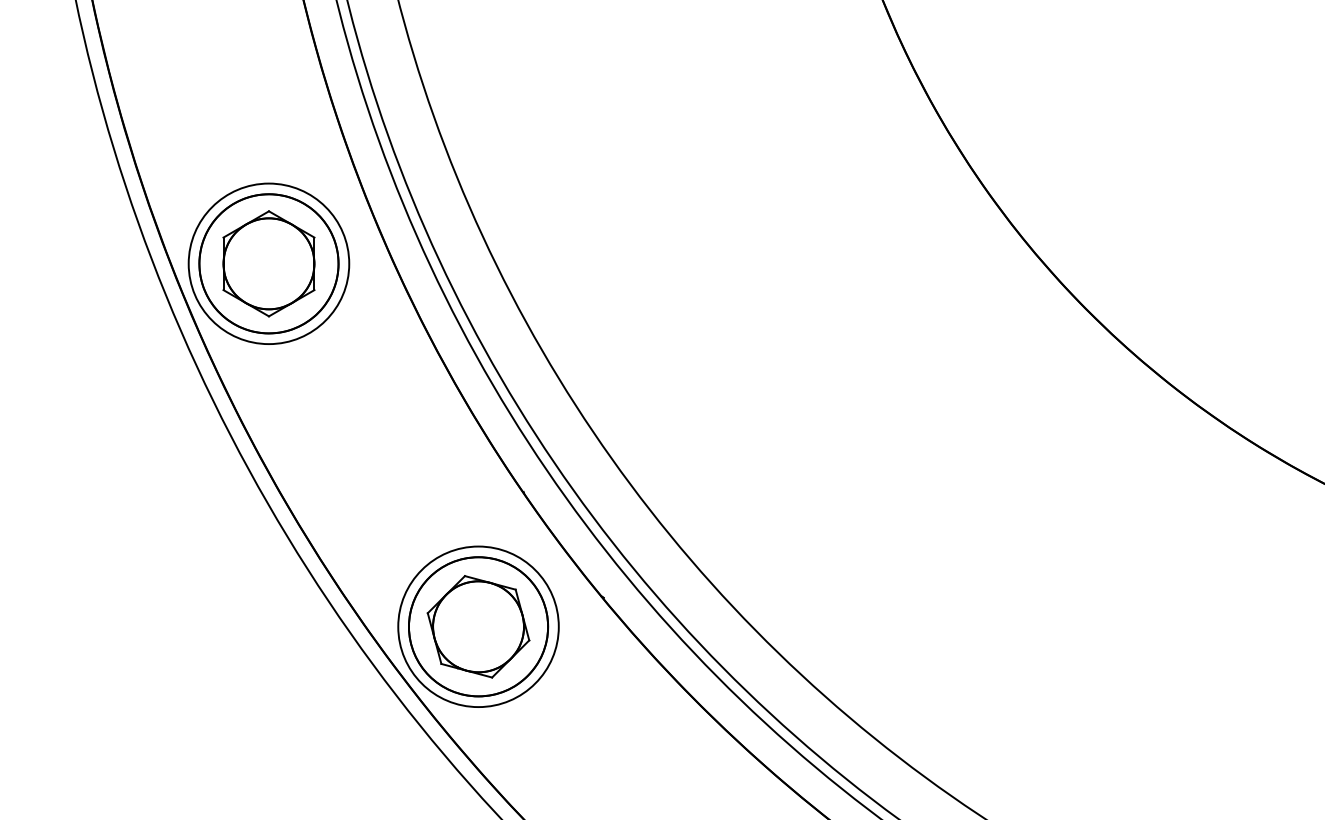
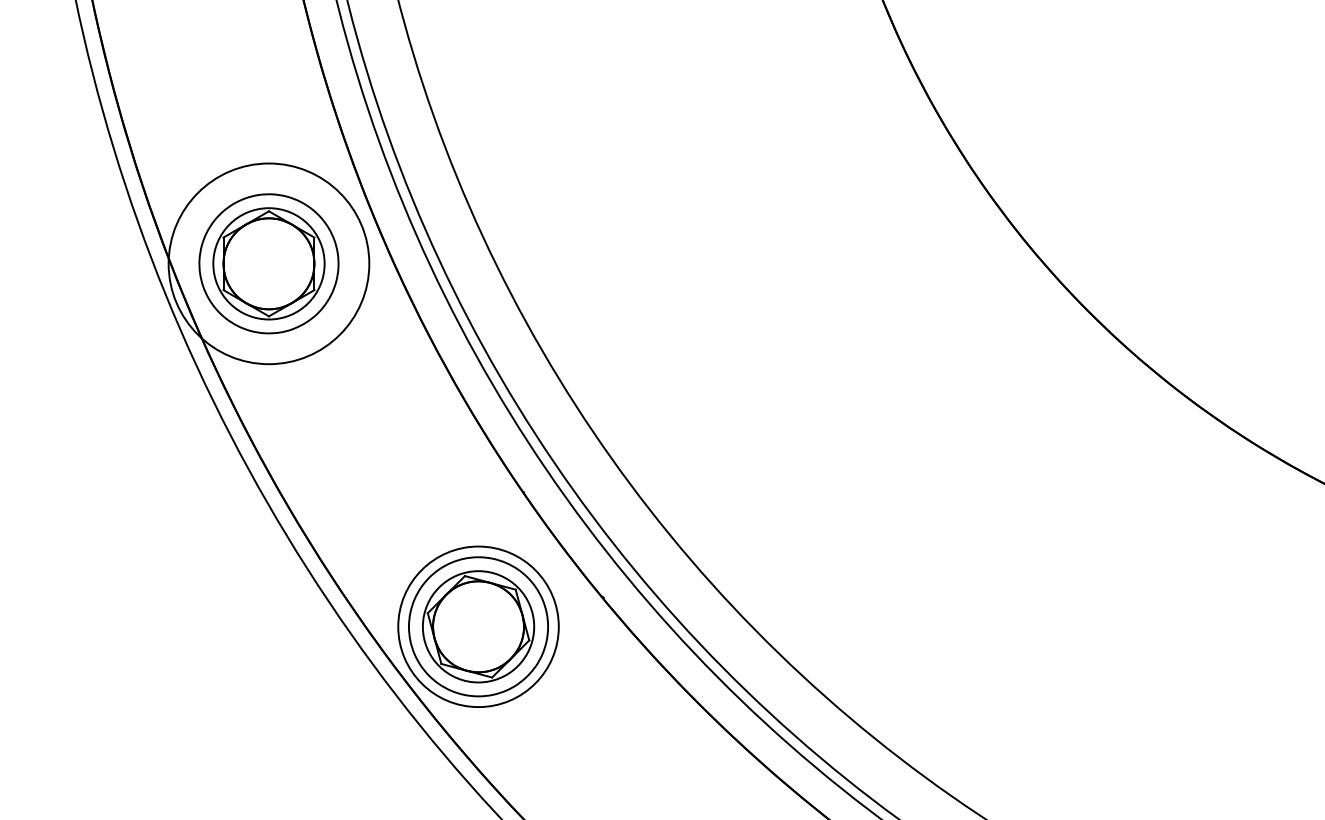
circle at (268, 263) diameter: 139 px -> 111 px
circle at (268, 263) diameter: 161 px -> 201 px
circle at (478, 626) diameter: 139 px -> 111 px
